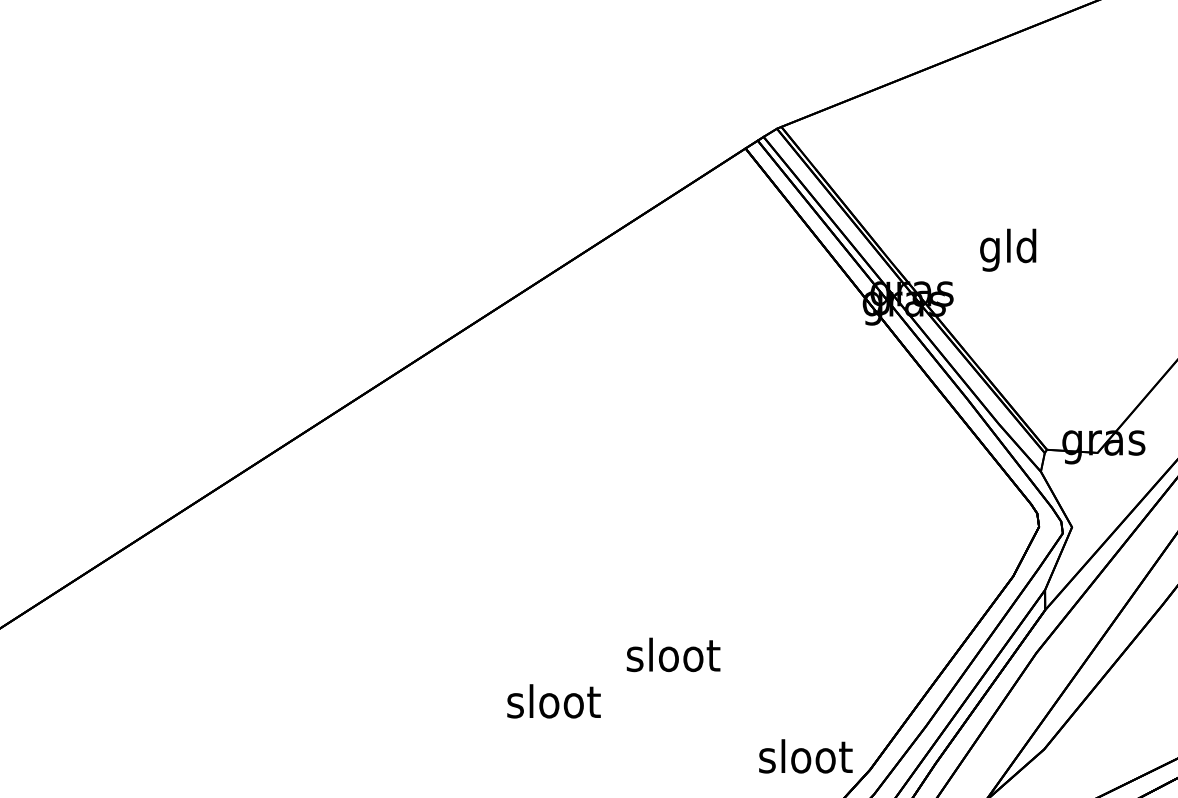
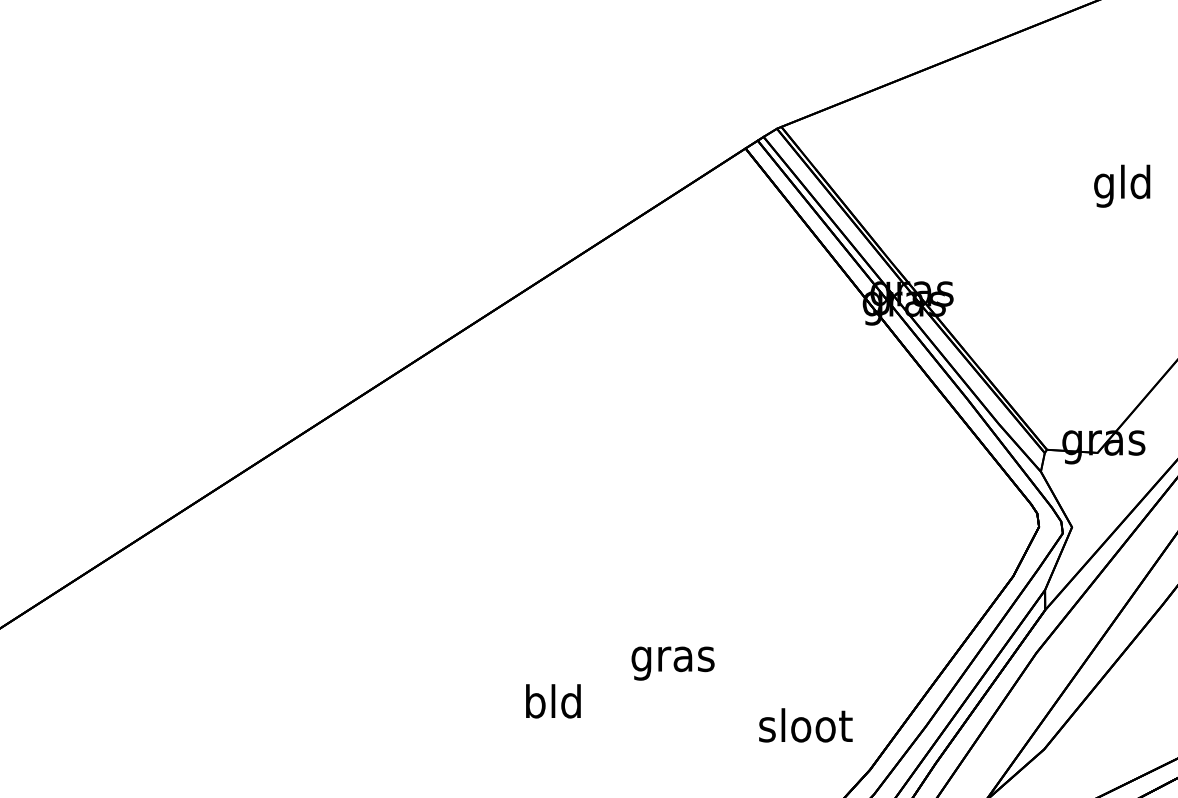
text at (1008, 249) position: (1008, 249) -> (1122, 185)
text at (673, 658): sloot -> gras
text at (553, 701): sloot -> bld
text at (805, 756) position: (805, 756) -> (805, 725)
